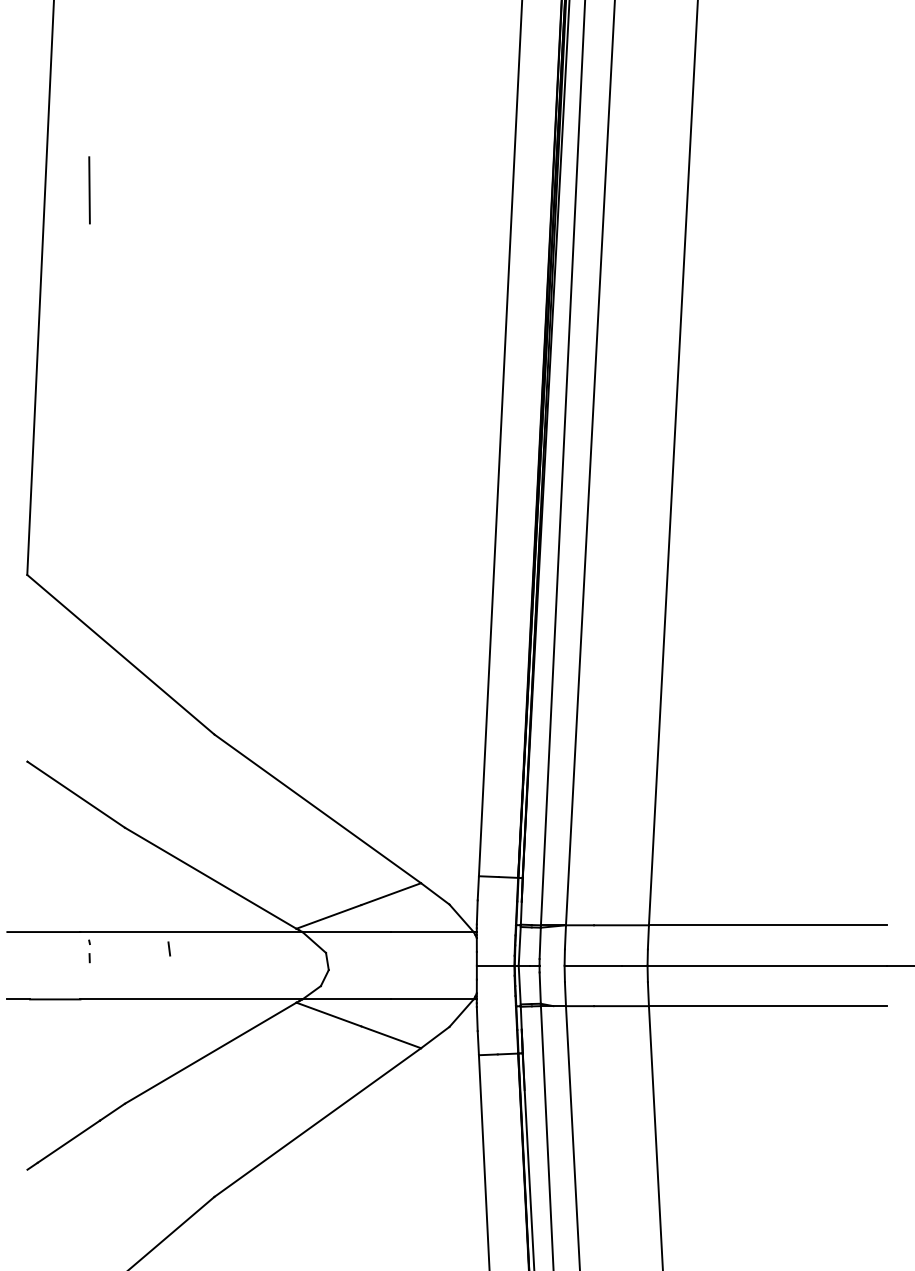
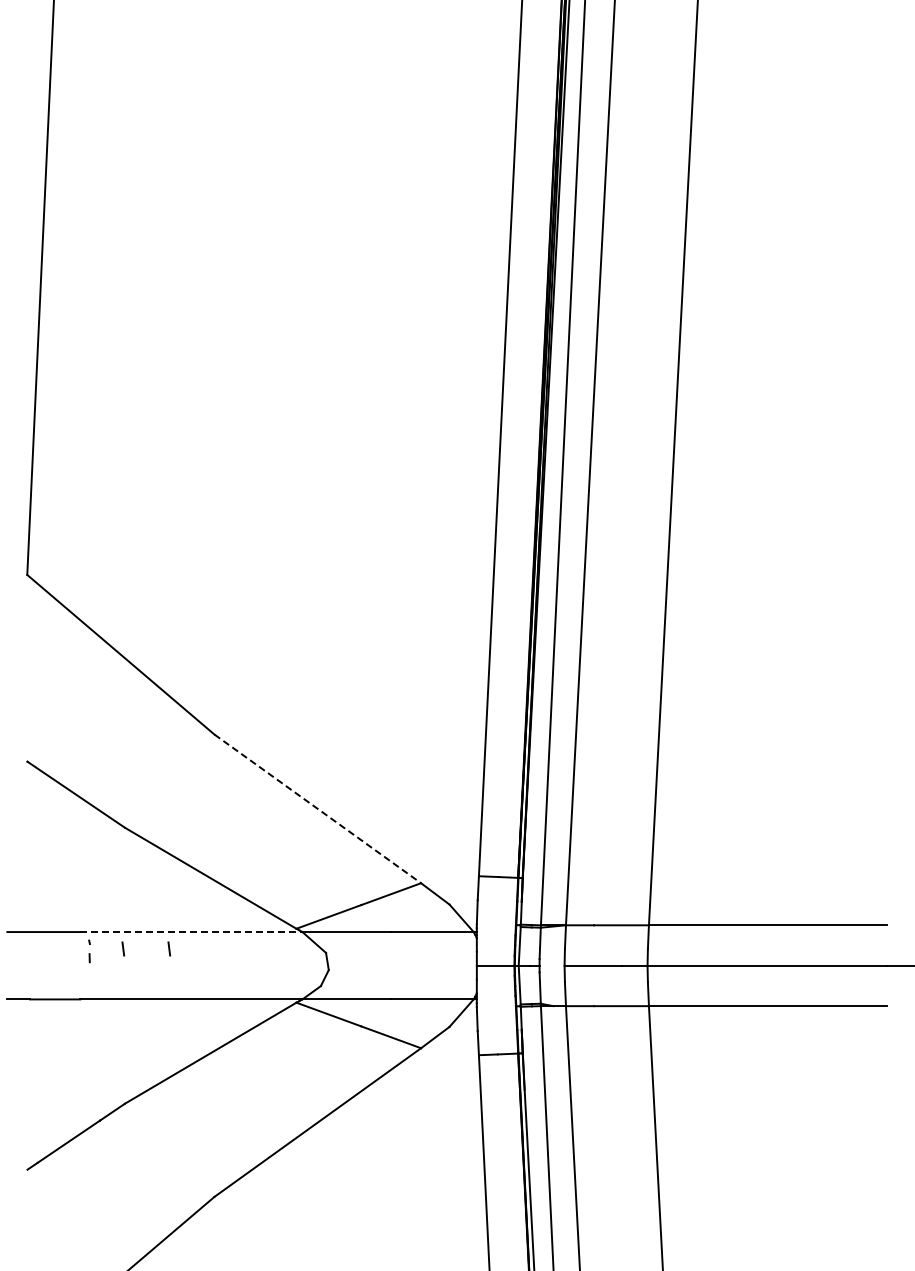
line at (89, 190): present -> none
line at (318, 809): solid -> dashed
line at (191, 932): solid -> dashed
line at (123, 948): none -> present
